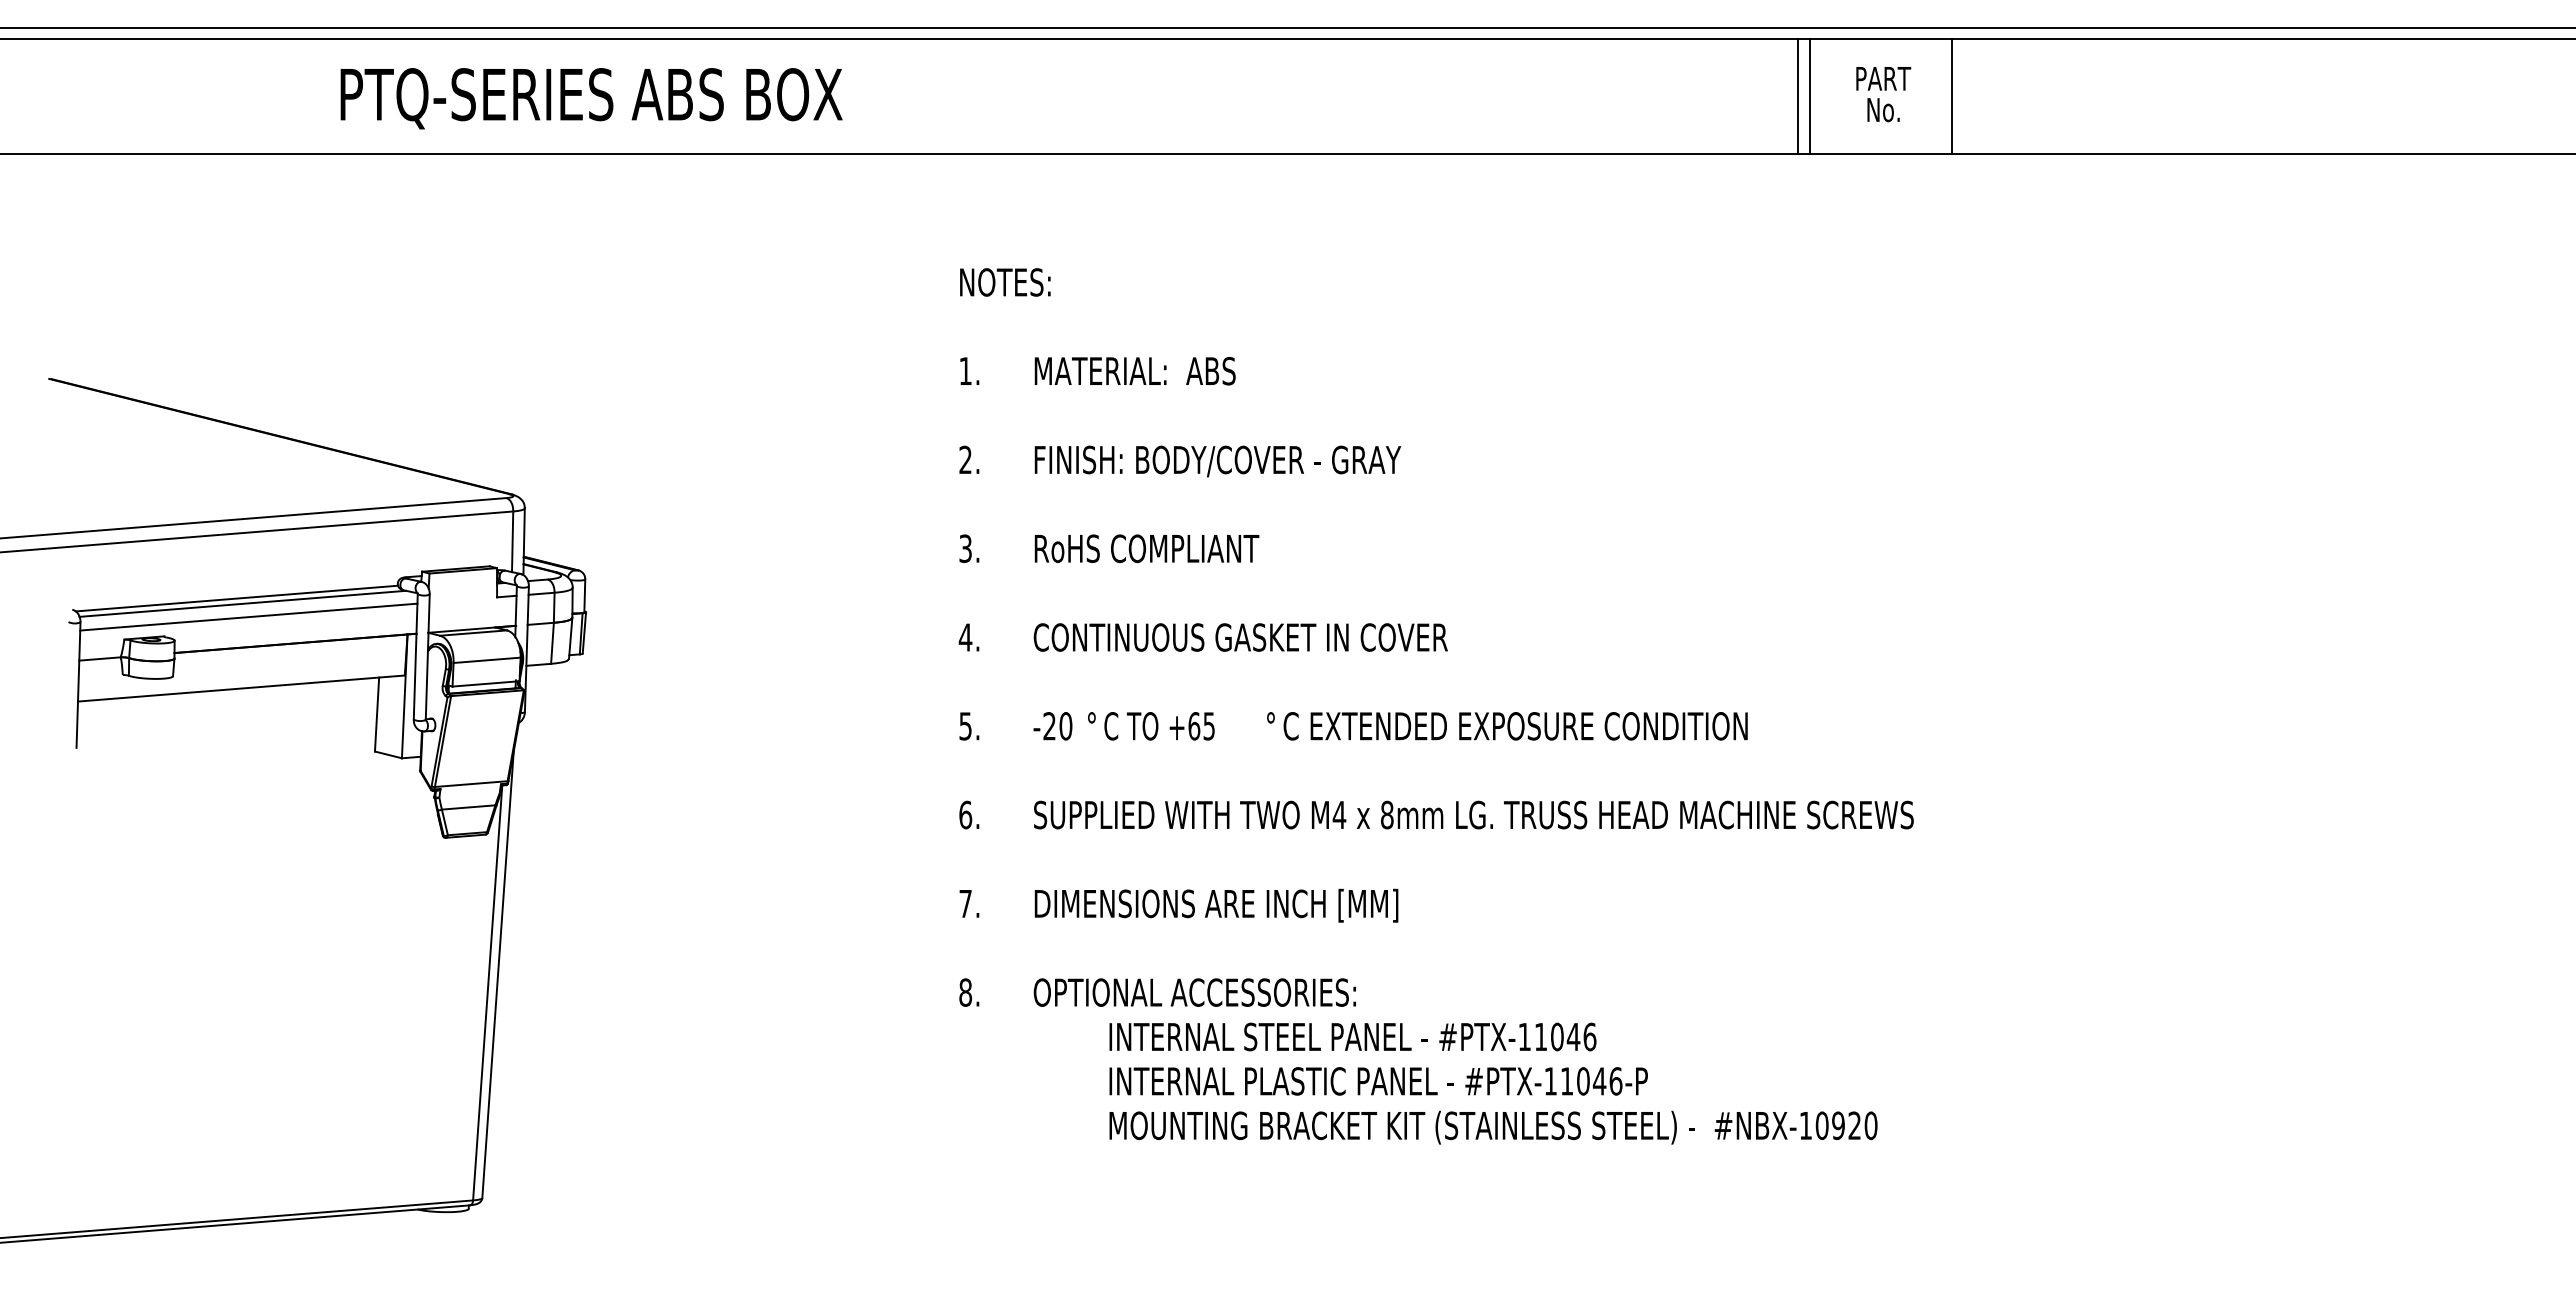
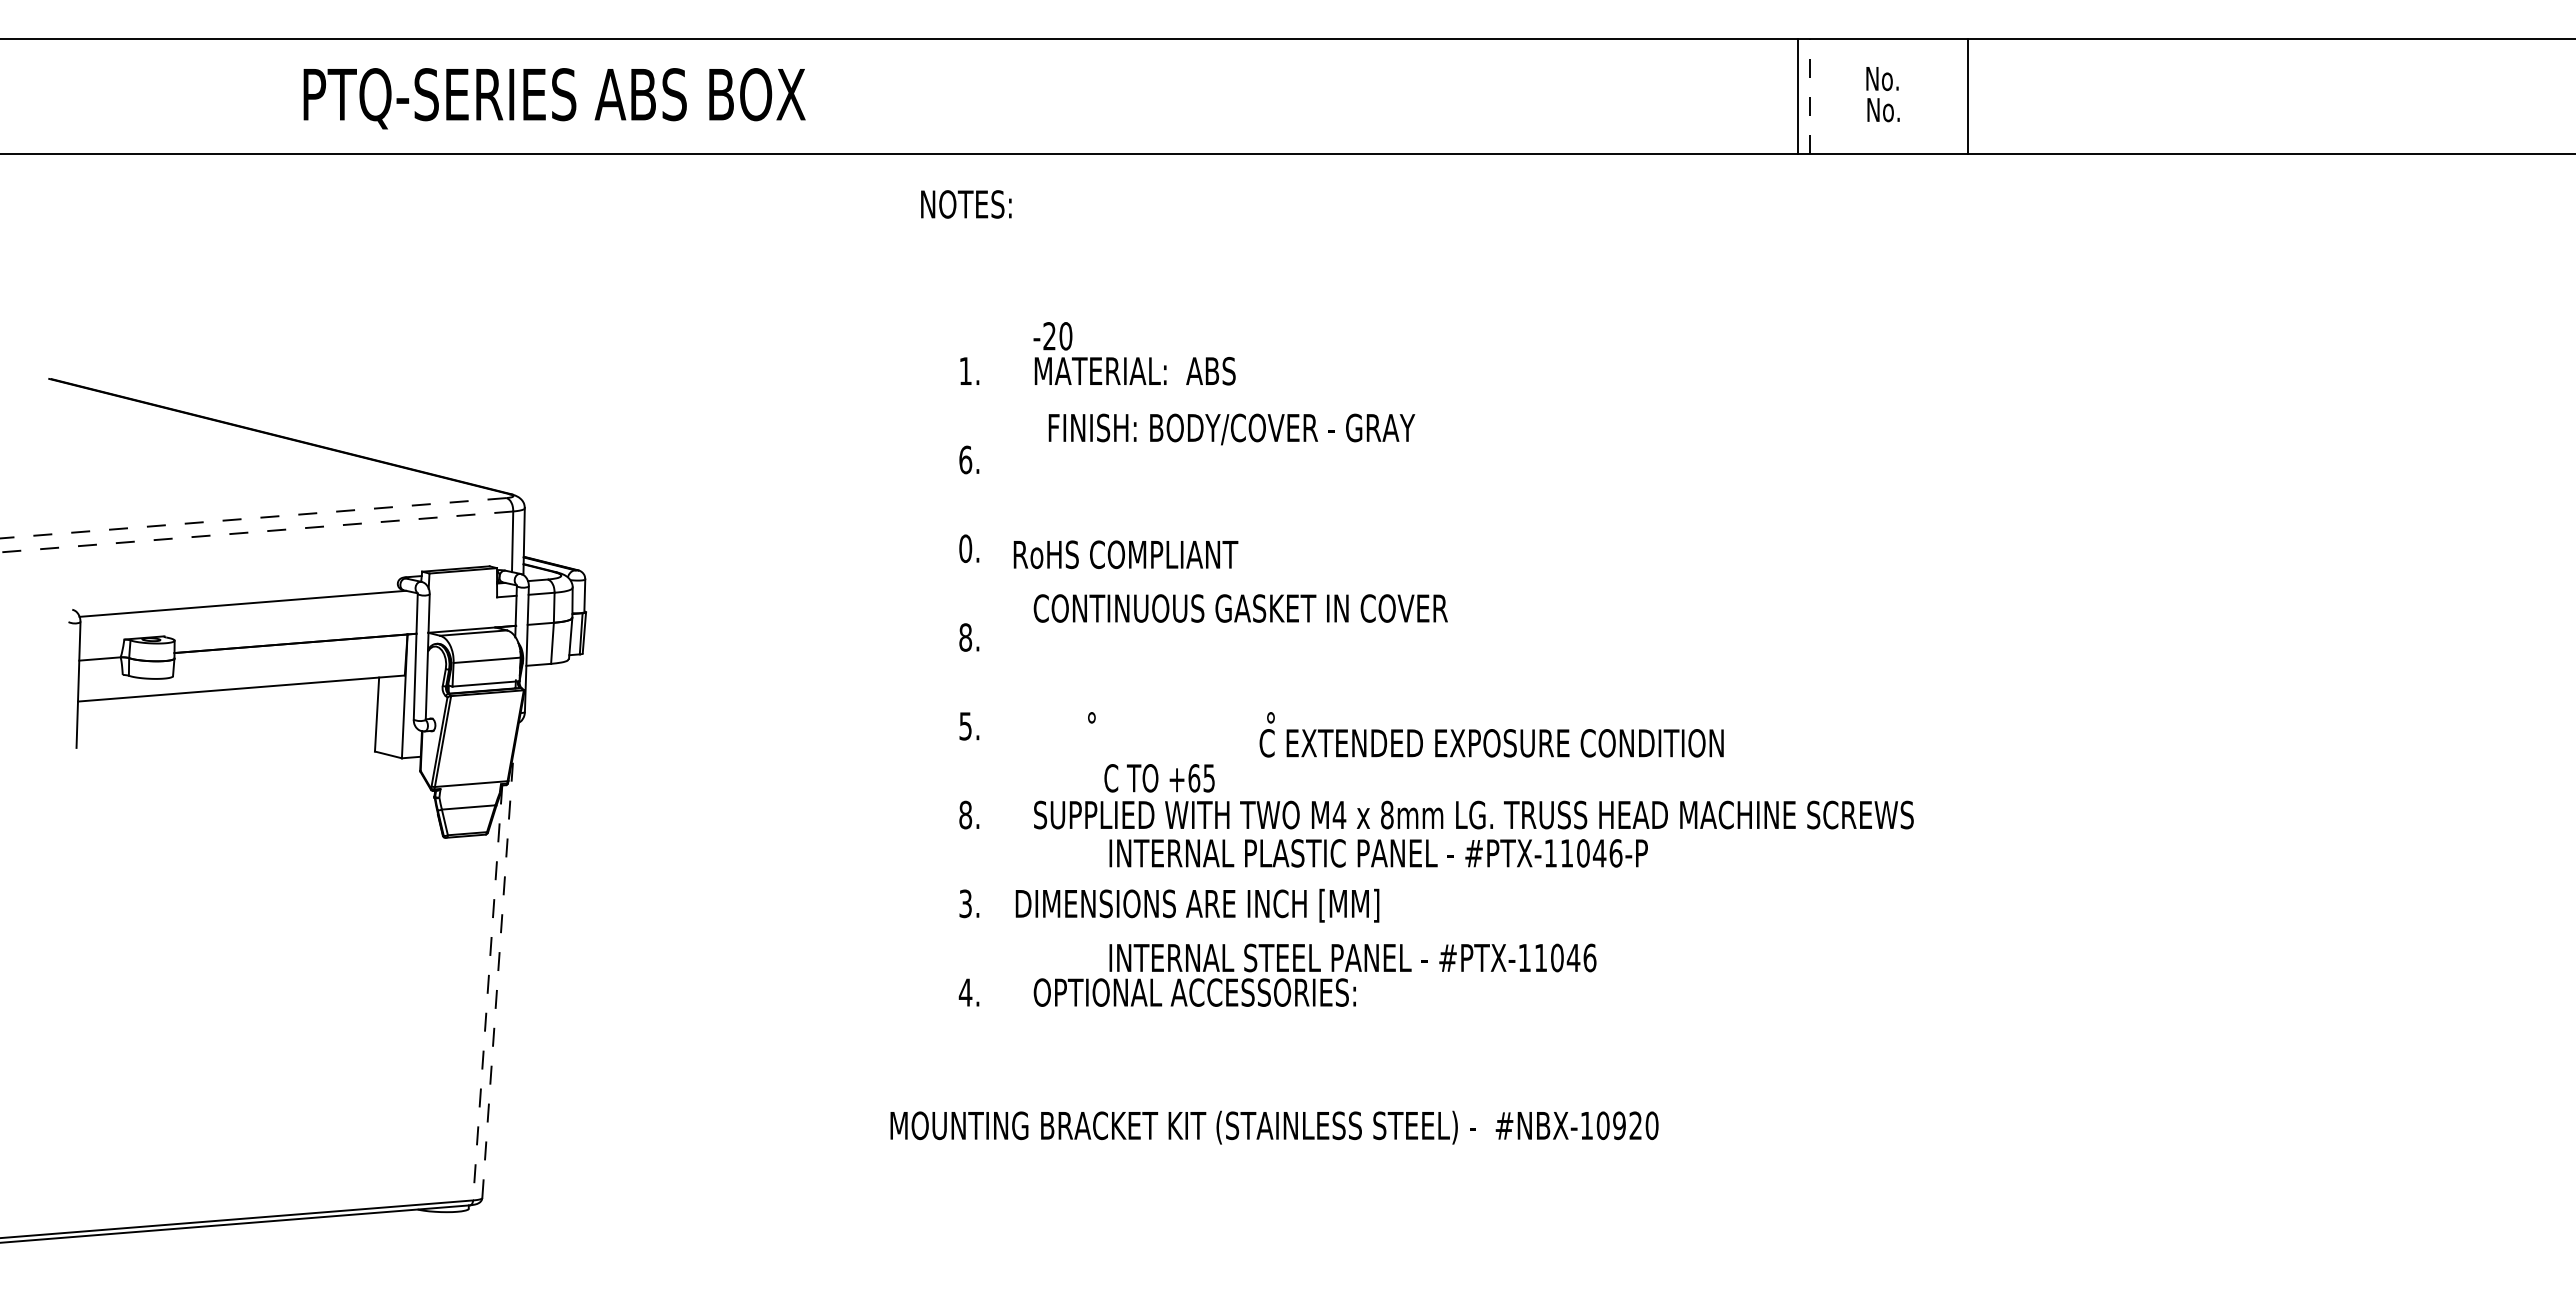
line at (1287, 28): present -> none
text at (1883, 79): PART -> No.
line at (1809, 96): solid -> dashed
line at (1952, 96) position: (1952, 96) -> (1968, 96)
text at (591, 98) position: (591, 98) -> (554, 98)
text at (1005, 282) position: (1005, 282) -> (966, 204)
text at (965, 459): 2. -> 6.
text at (1217, 461) position: (1217, 461) -> (1231, 429)
line at (253, 518): solid -> dashed
line at (256, 531): solid -> dashed
text at (965, 548): 3. -> 0.
text at (1146, 548) position: (1146, 548) -> (1125, 554)
line at (236, 598): present -> none
line at (248, 616): present -> none
text at (965, 637): 4. -> 8.
text at (1240, 637) position: (1240, 637) -> (1240, 608)
text at (1052, 726) position: (1052, 726) -> (1052, 336)
text at (1159, 726) position: (1159, 726) -> (1159, 778)
text at (1515, 726) position: (1515, 726) -> (1491, 743)
text at (965, 814): 6. -> 8.
text at (965, 903): 7. -> 3.
text at (1216, 905) position: (1216, 905) -> (1197, 905)
line at (498, 974): solid -> dashed
line at (487, 992): solid -> dashed
text at (965, 992): 8. -> 4.
text at (1352, 1036) position: (1352, 1036) -> (1352, 957)
text at (1378, 1081) position: (1378, 1081) -> (1378, 853)
text at (1493, 1127) position: (1493, 1127) -> (1274, 1127)
